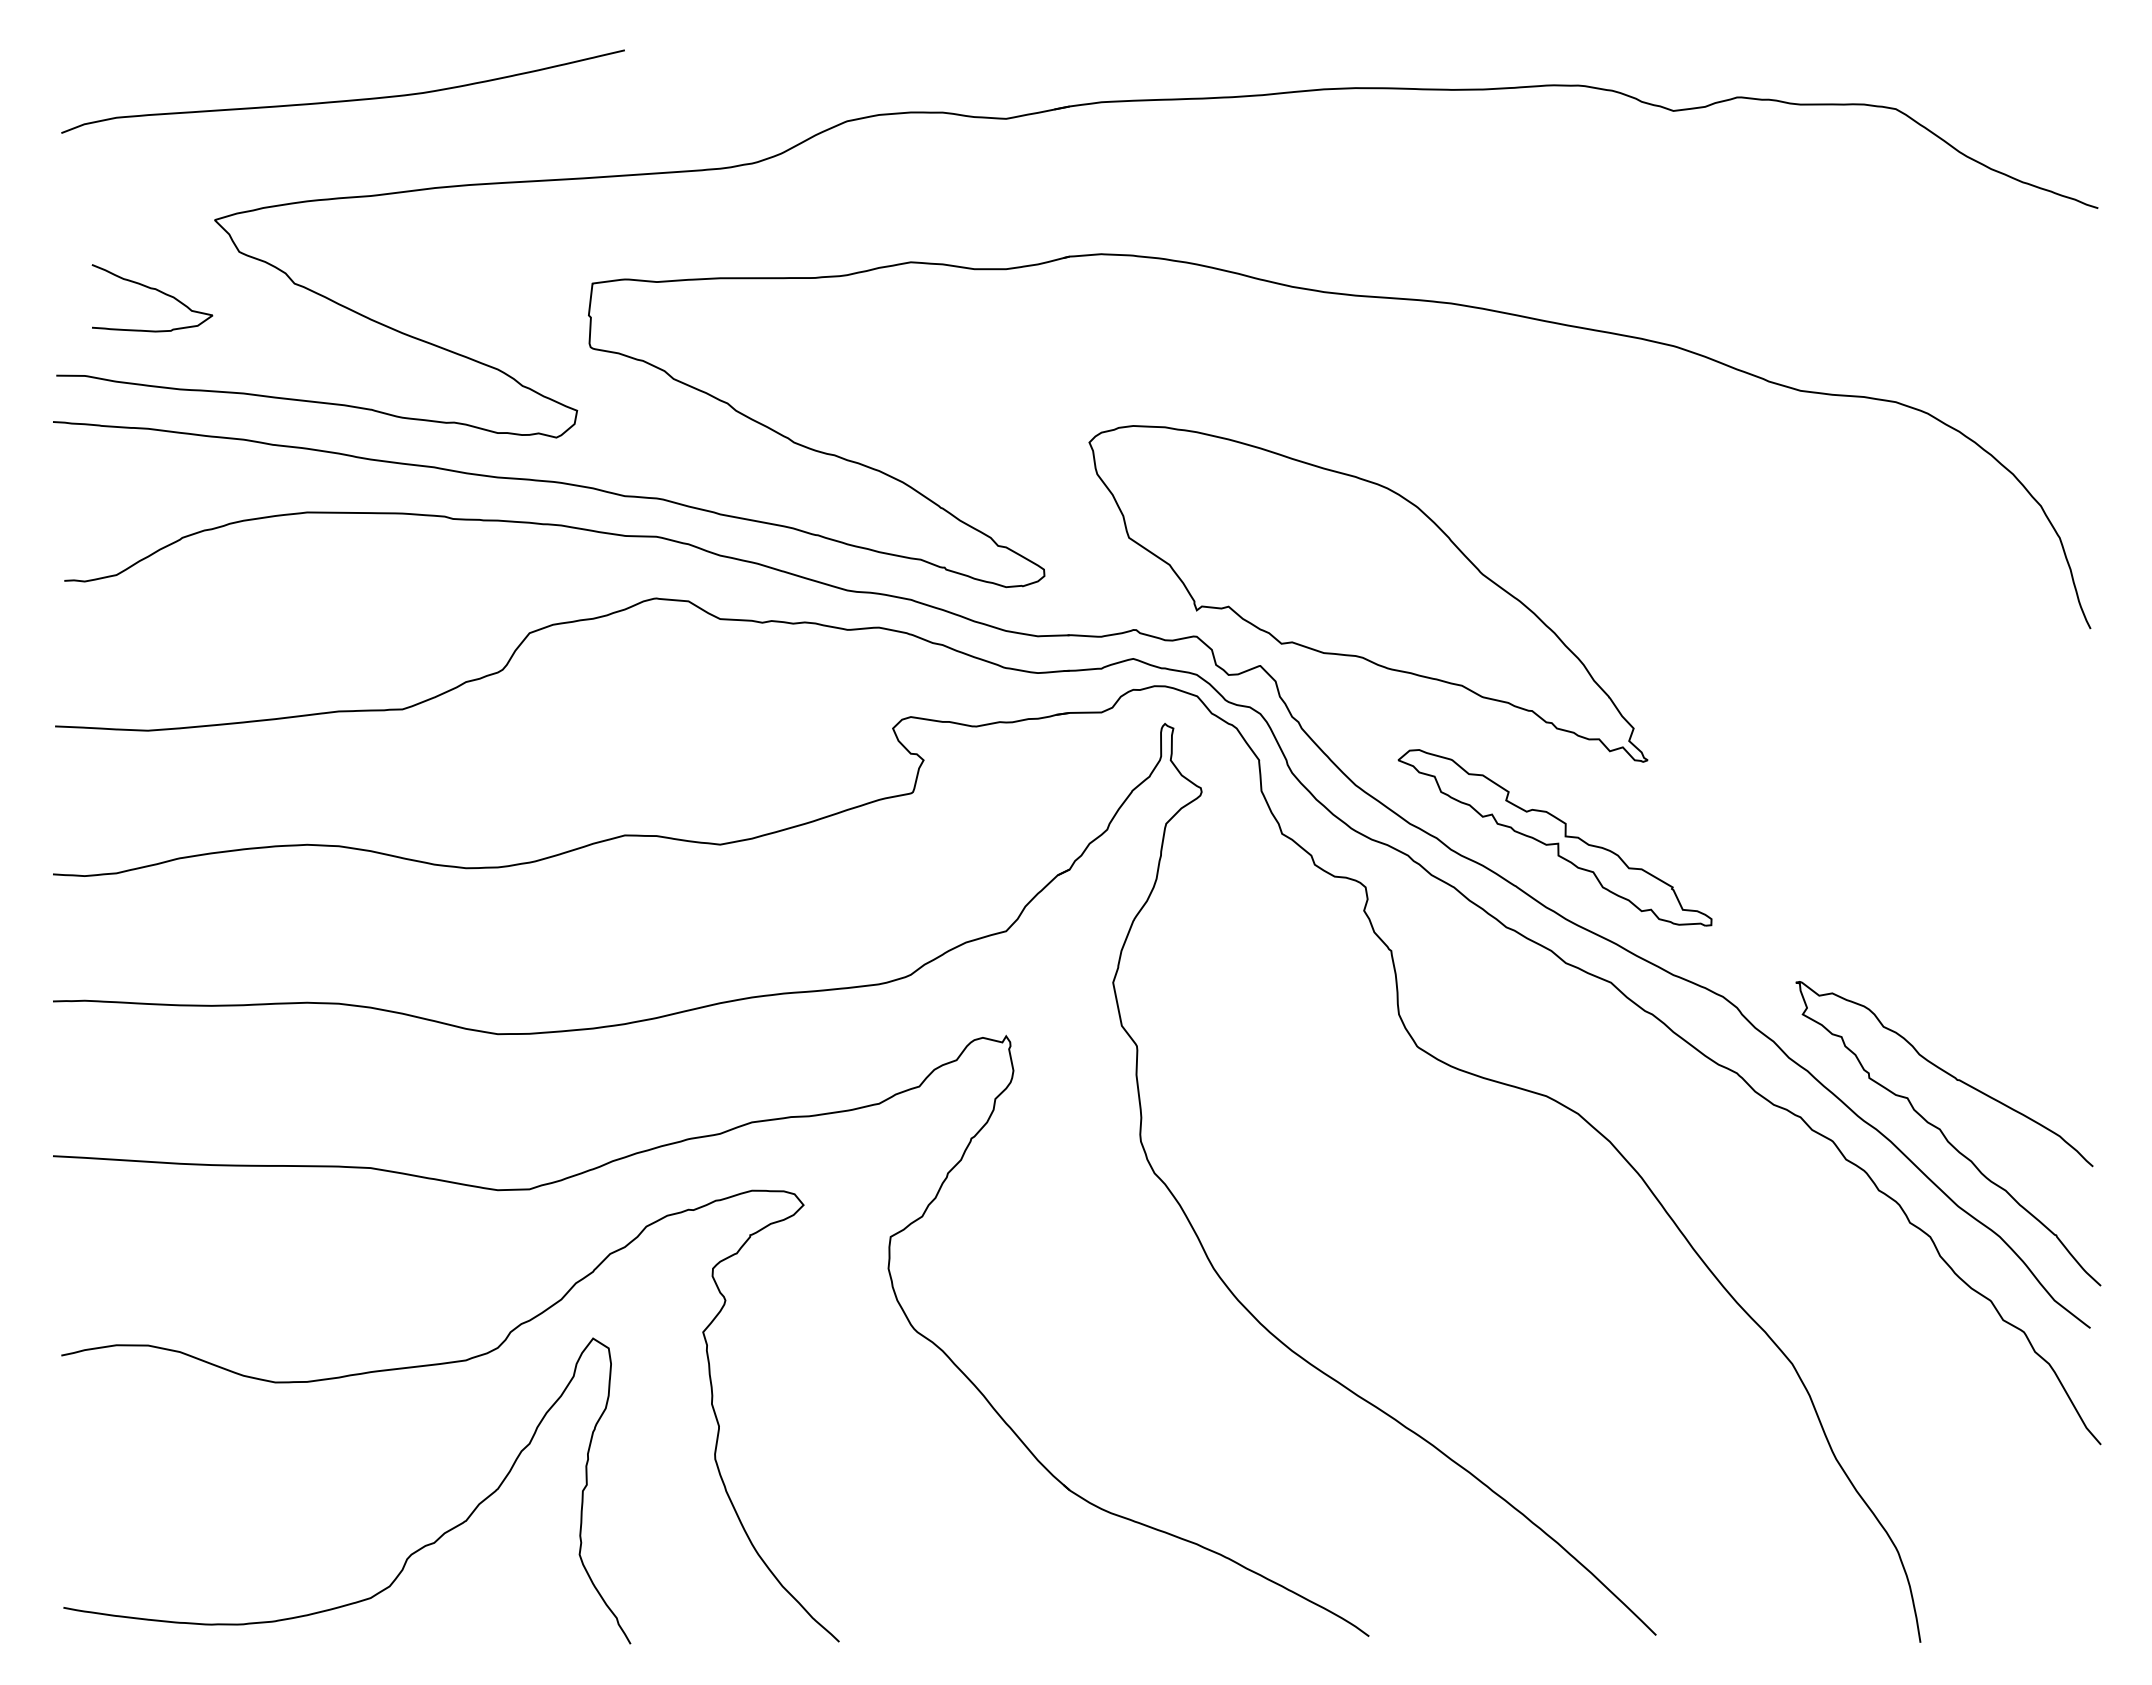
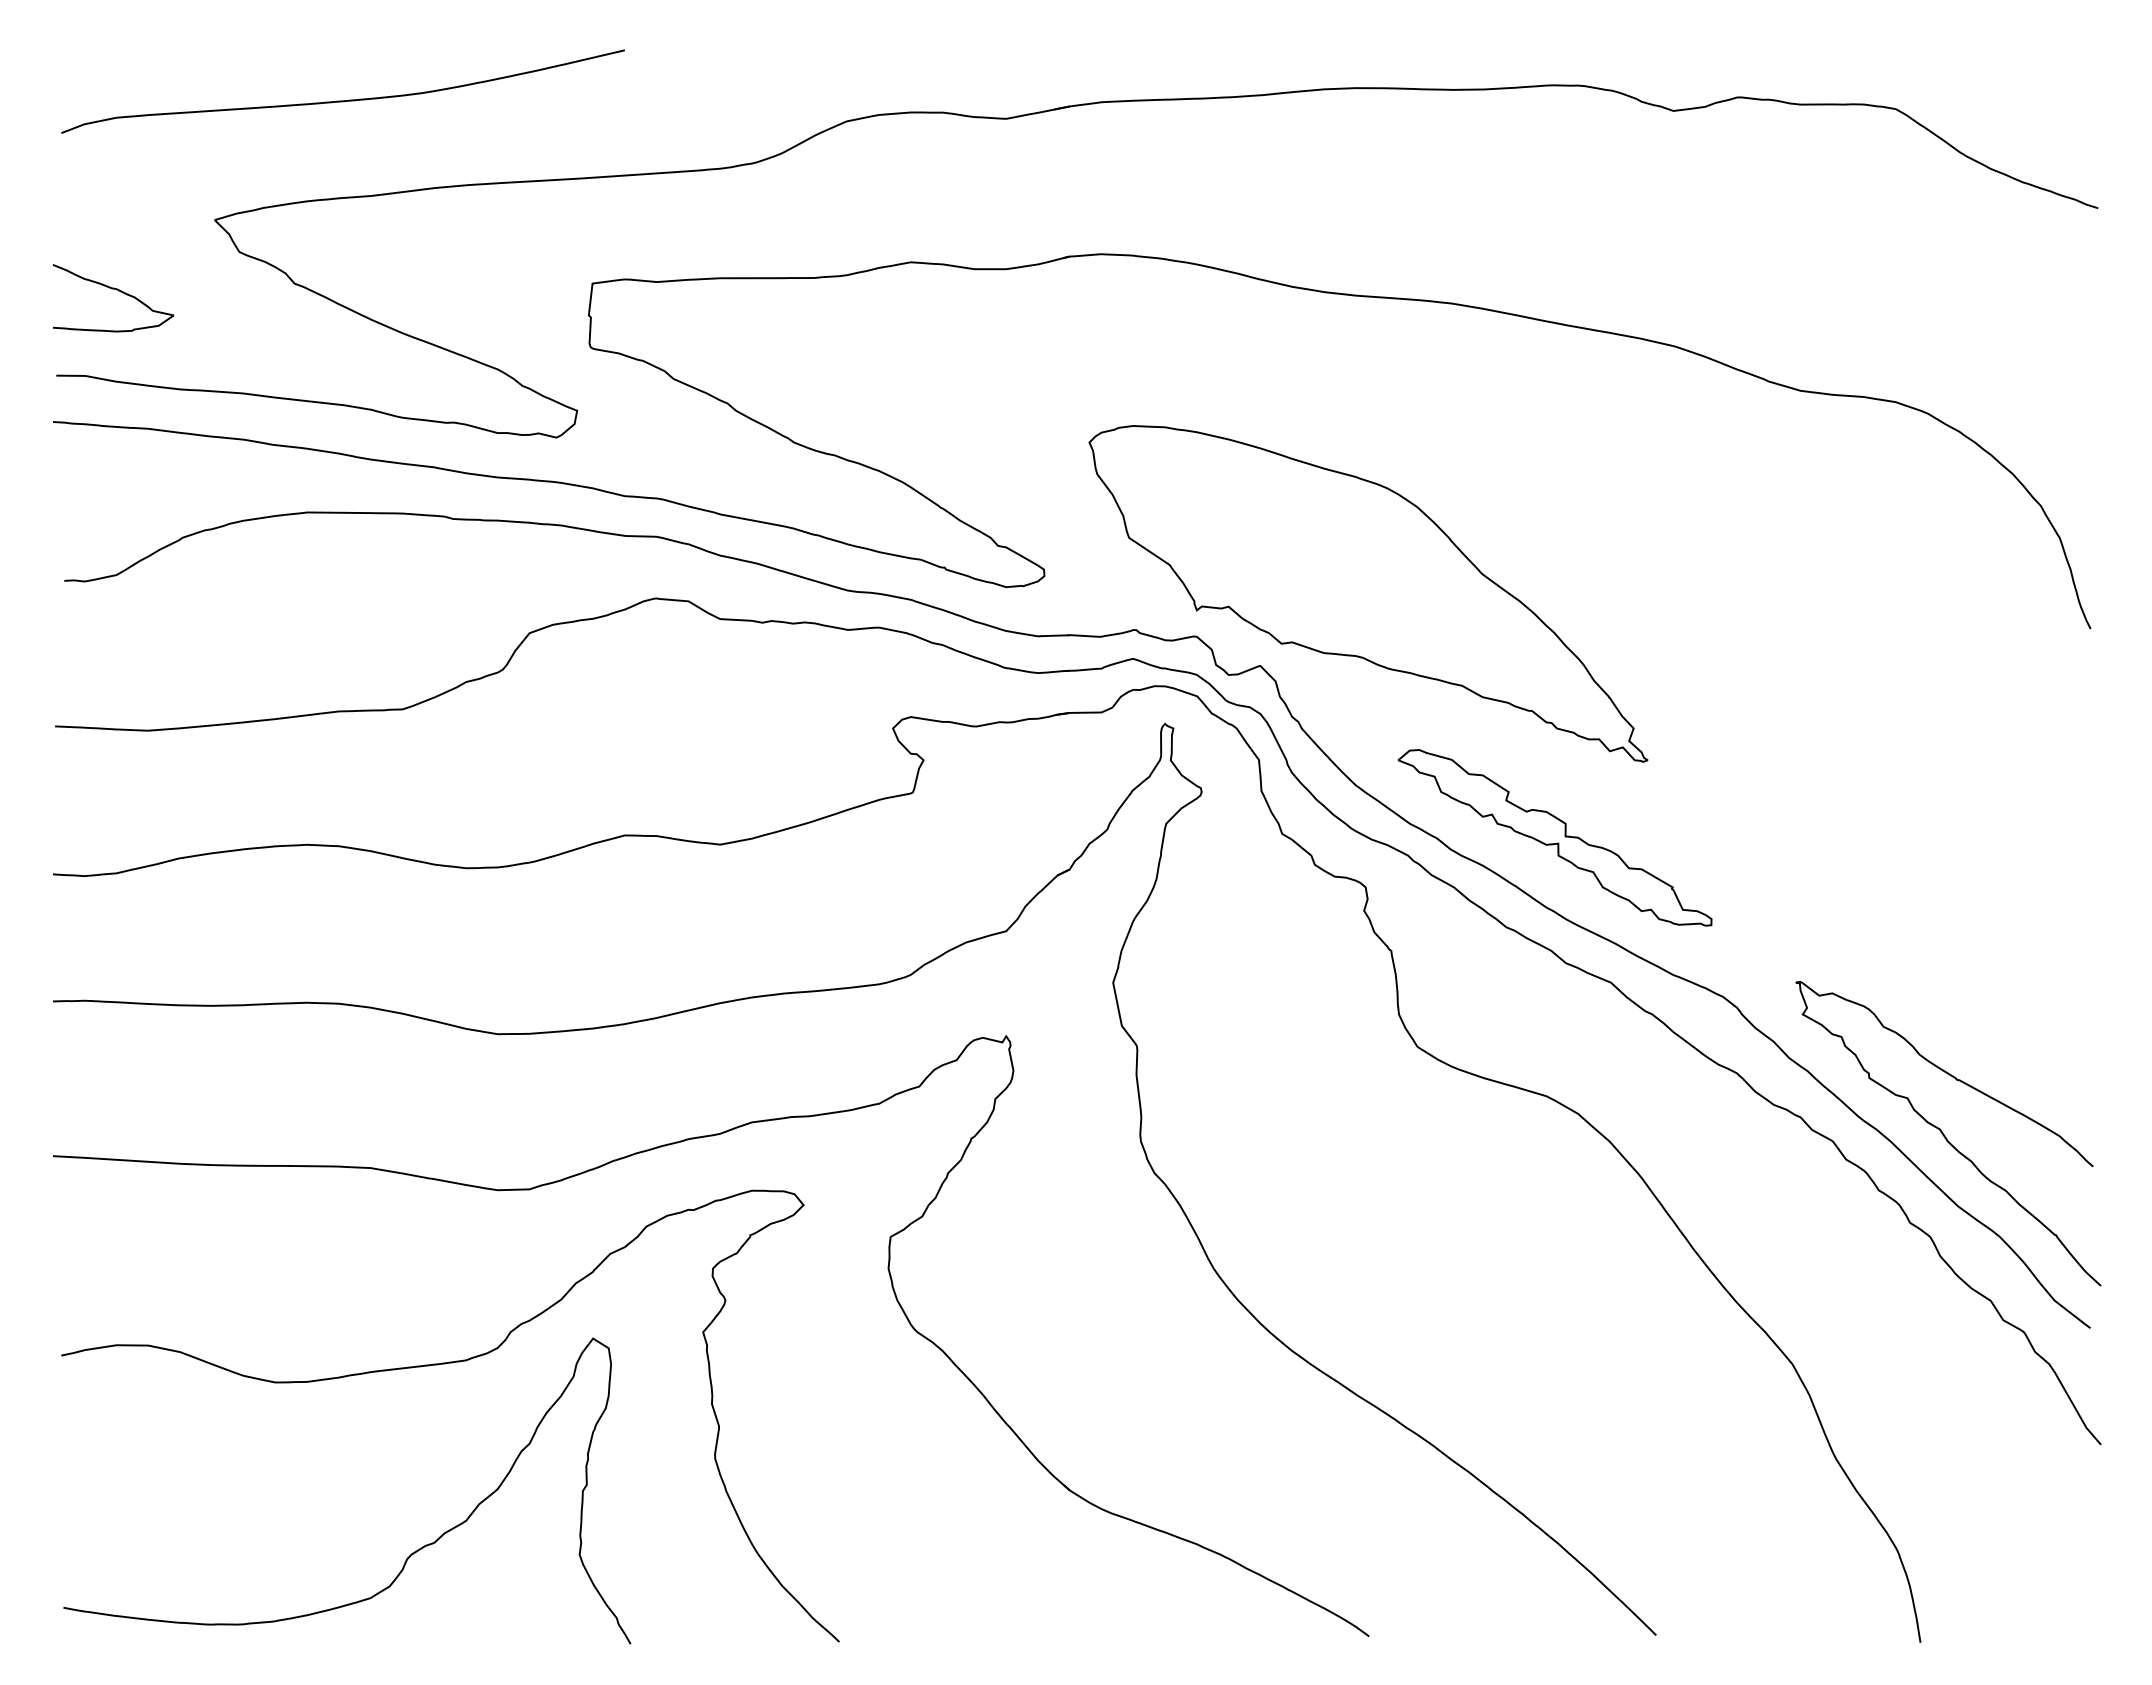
curve at (155, 290) position: (155, 290) -> (116, 290)
